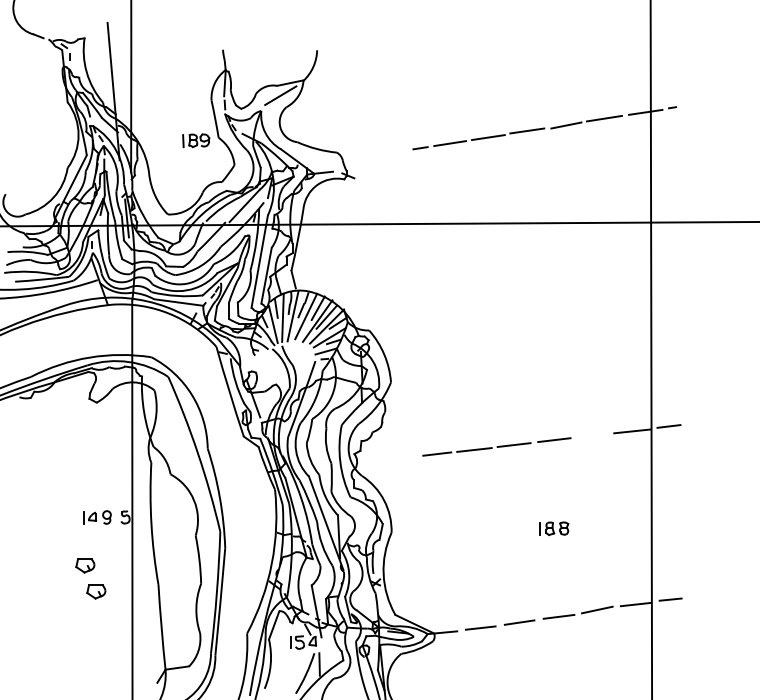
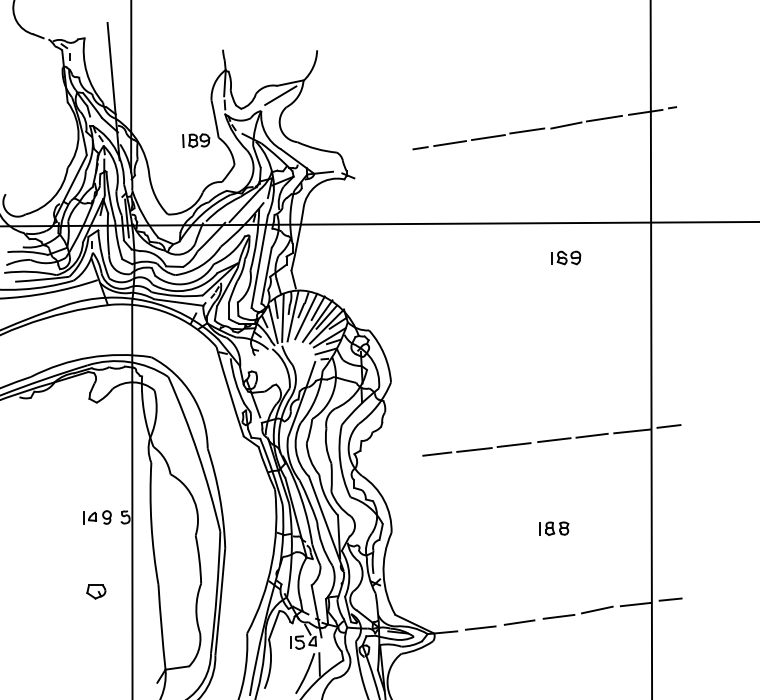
part at (566, 257): none -> present
line at (591, 435): none -> present
part at (85, 565): present -> none
